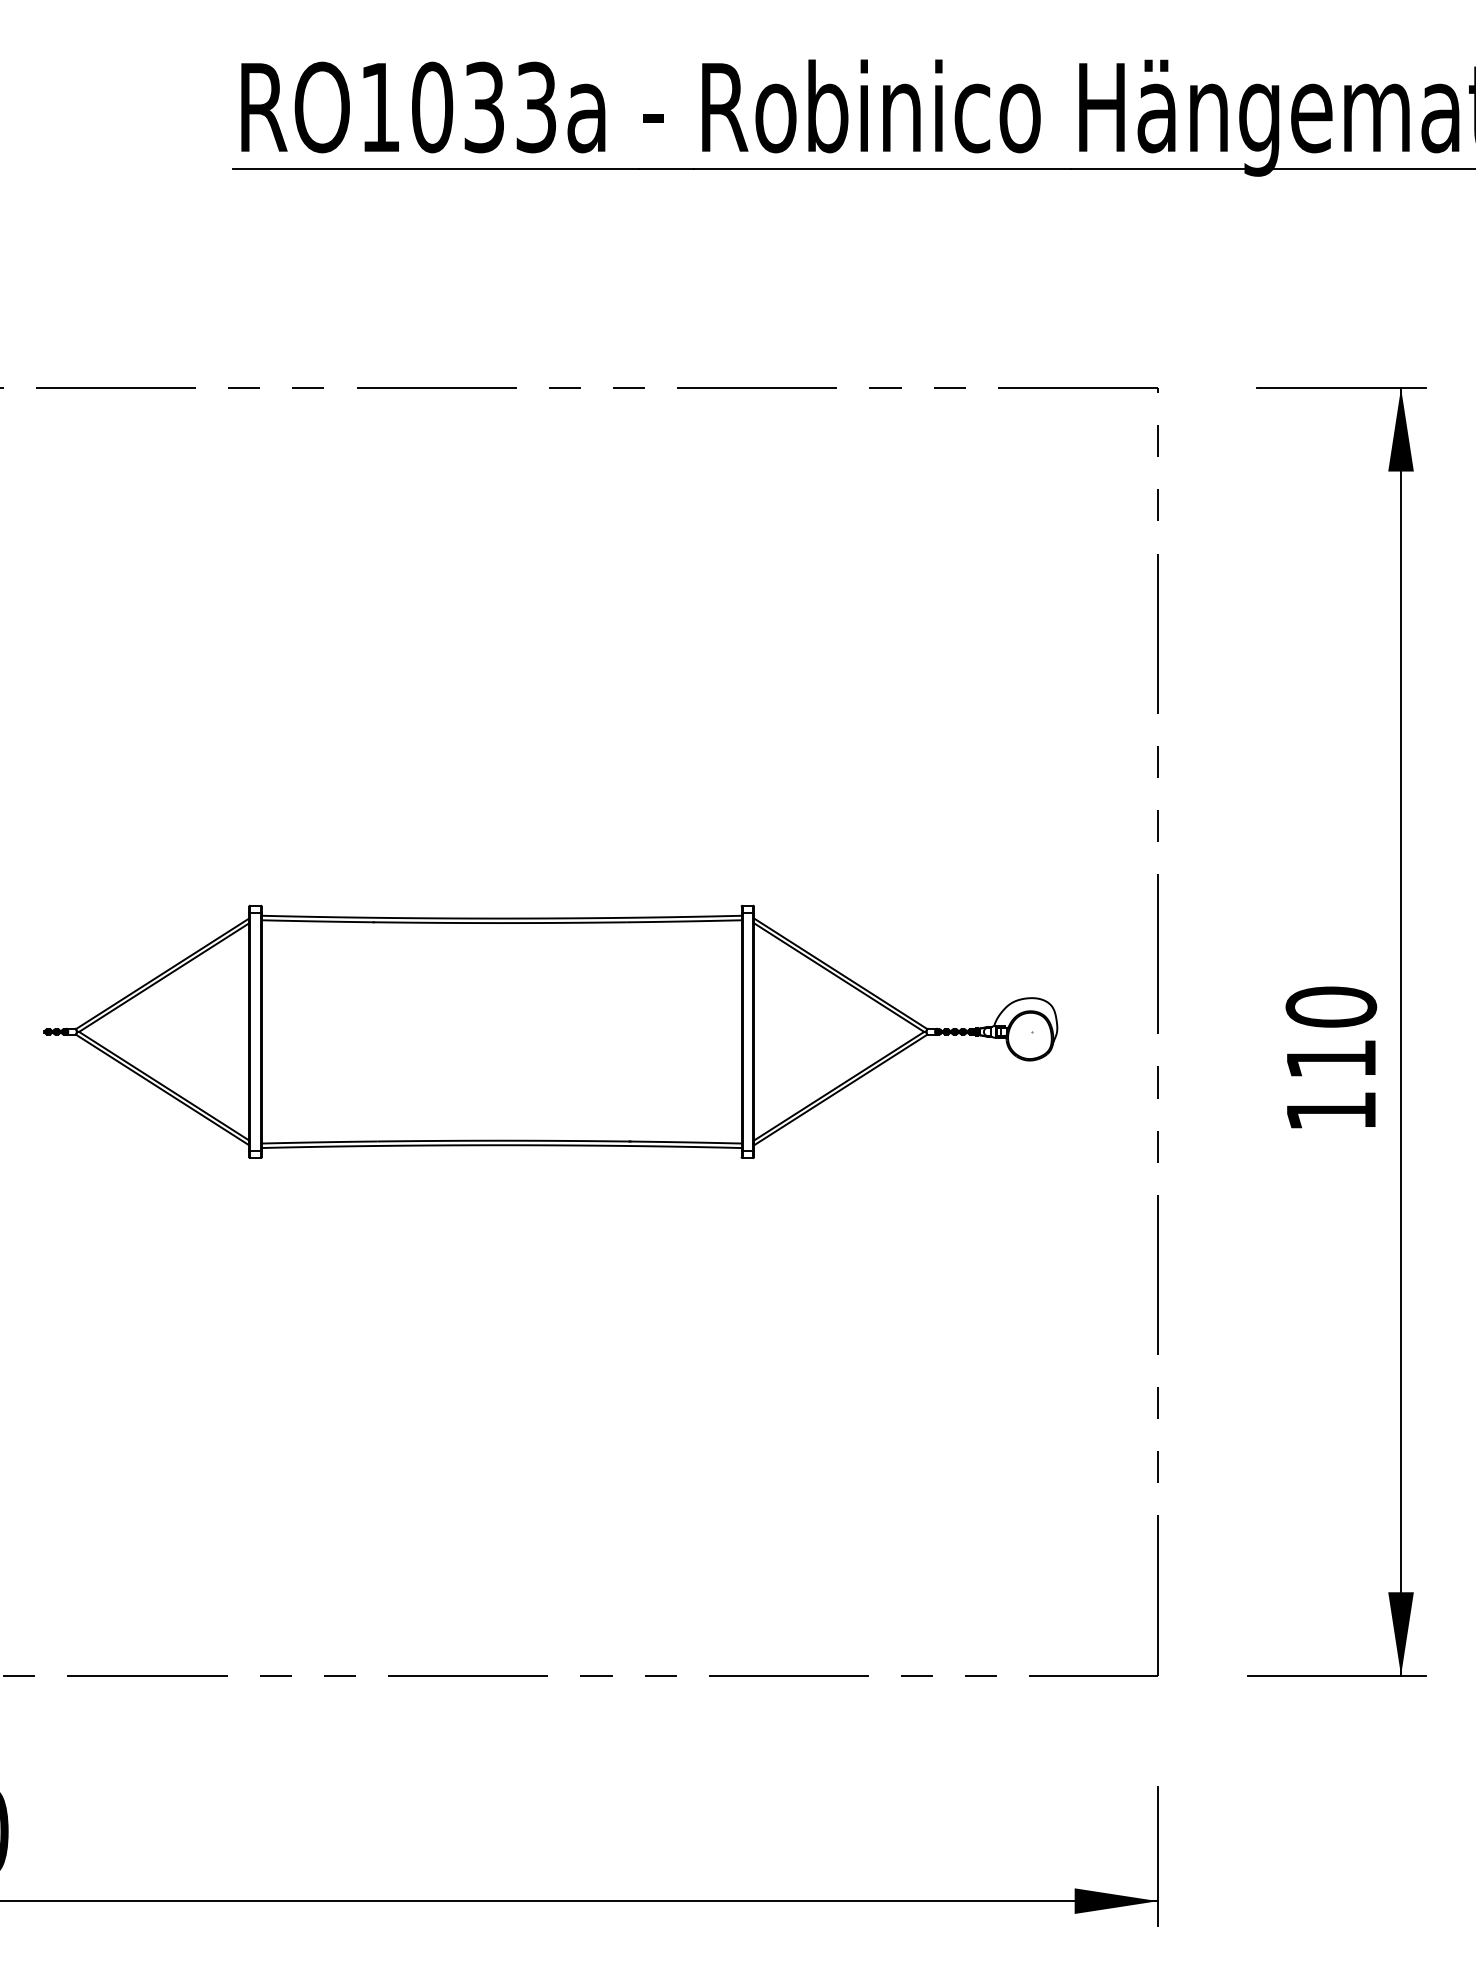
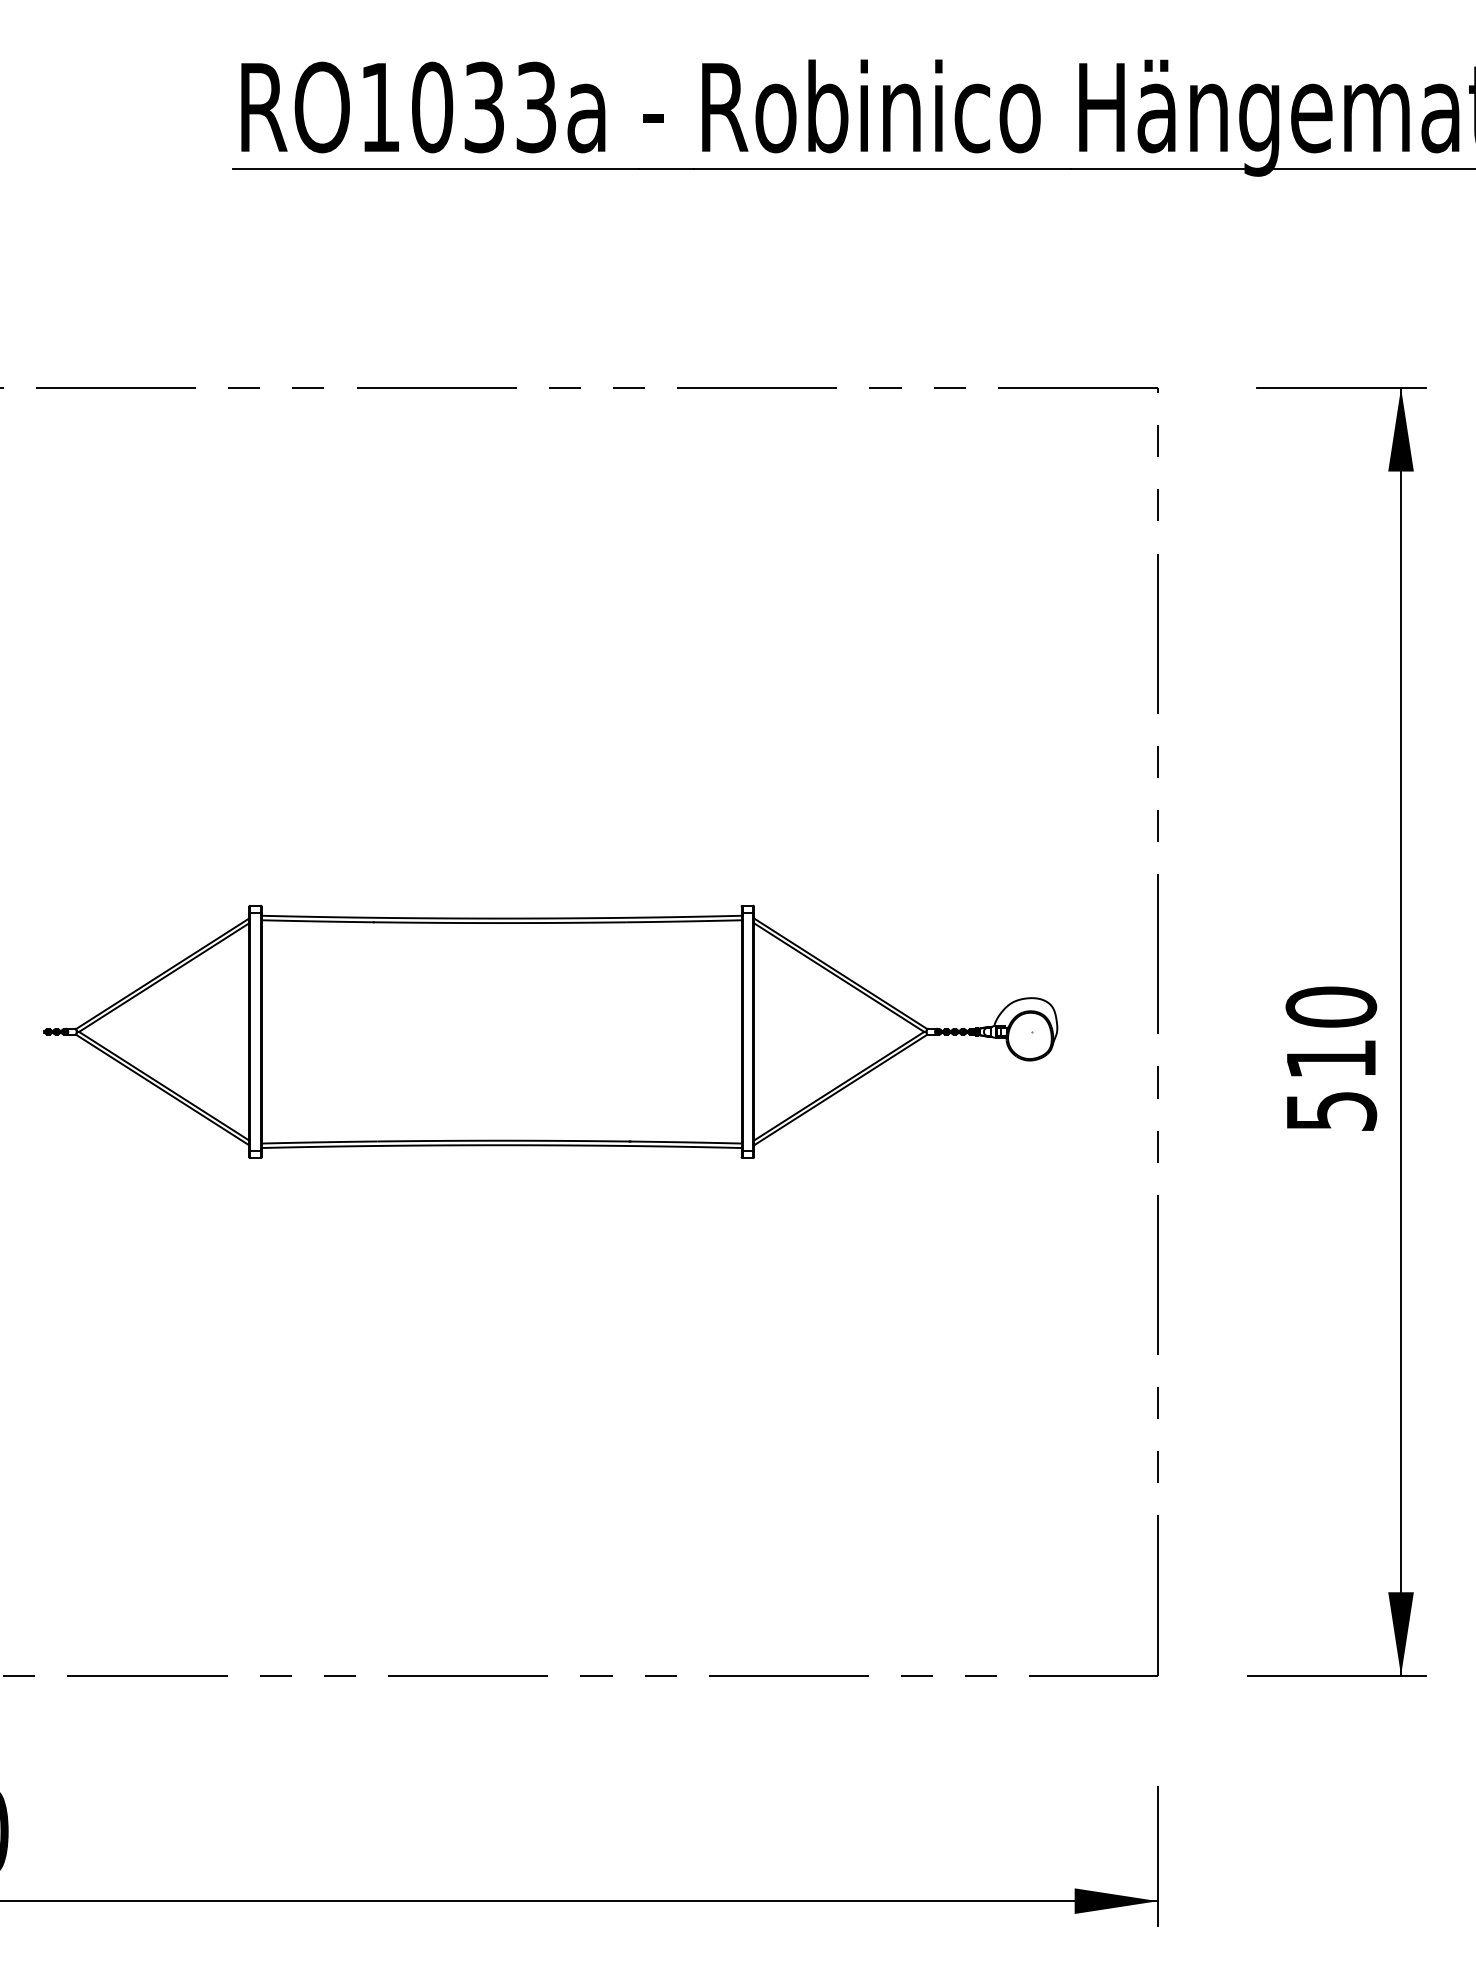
text at (1332, 1111): 110 -> 510
